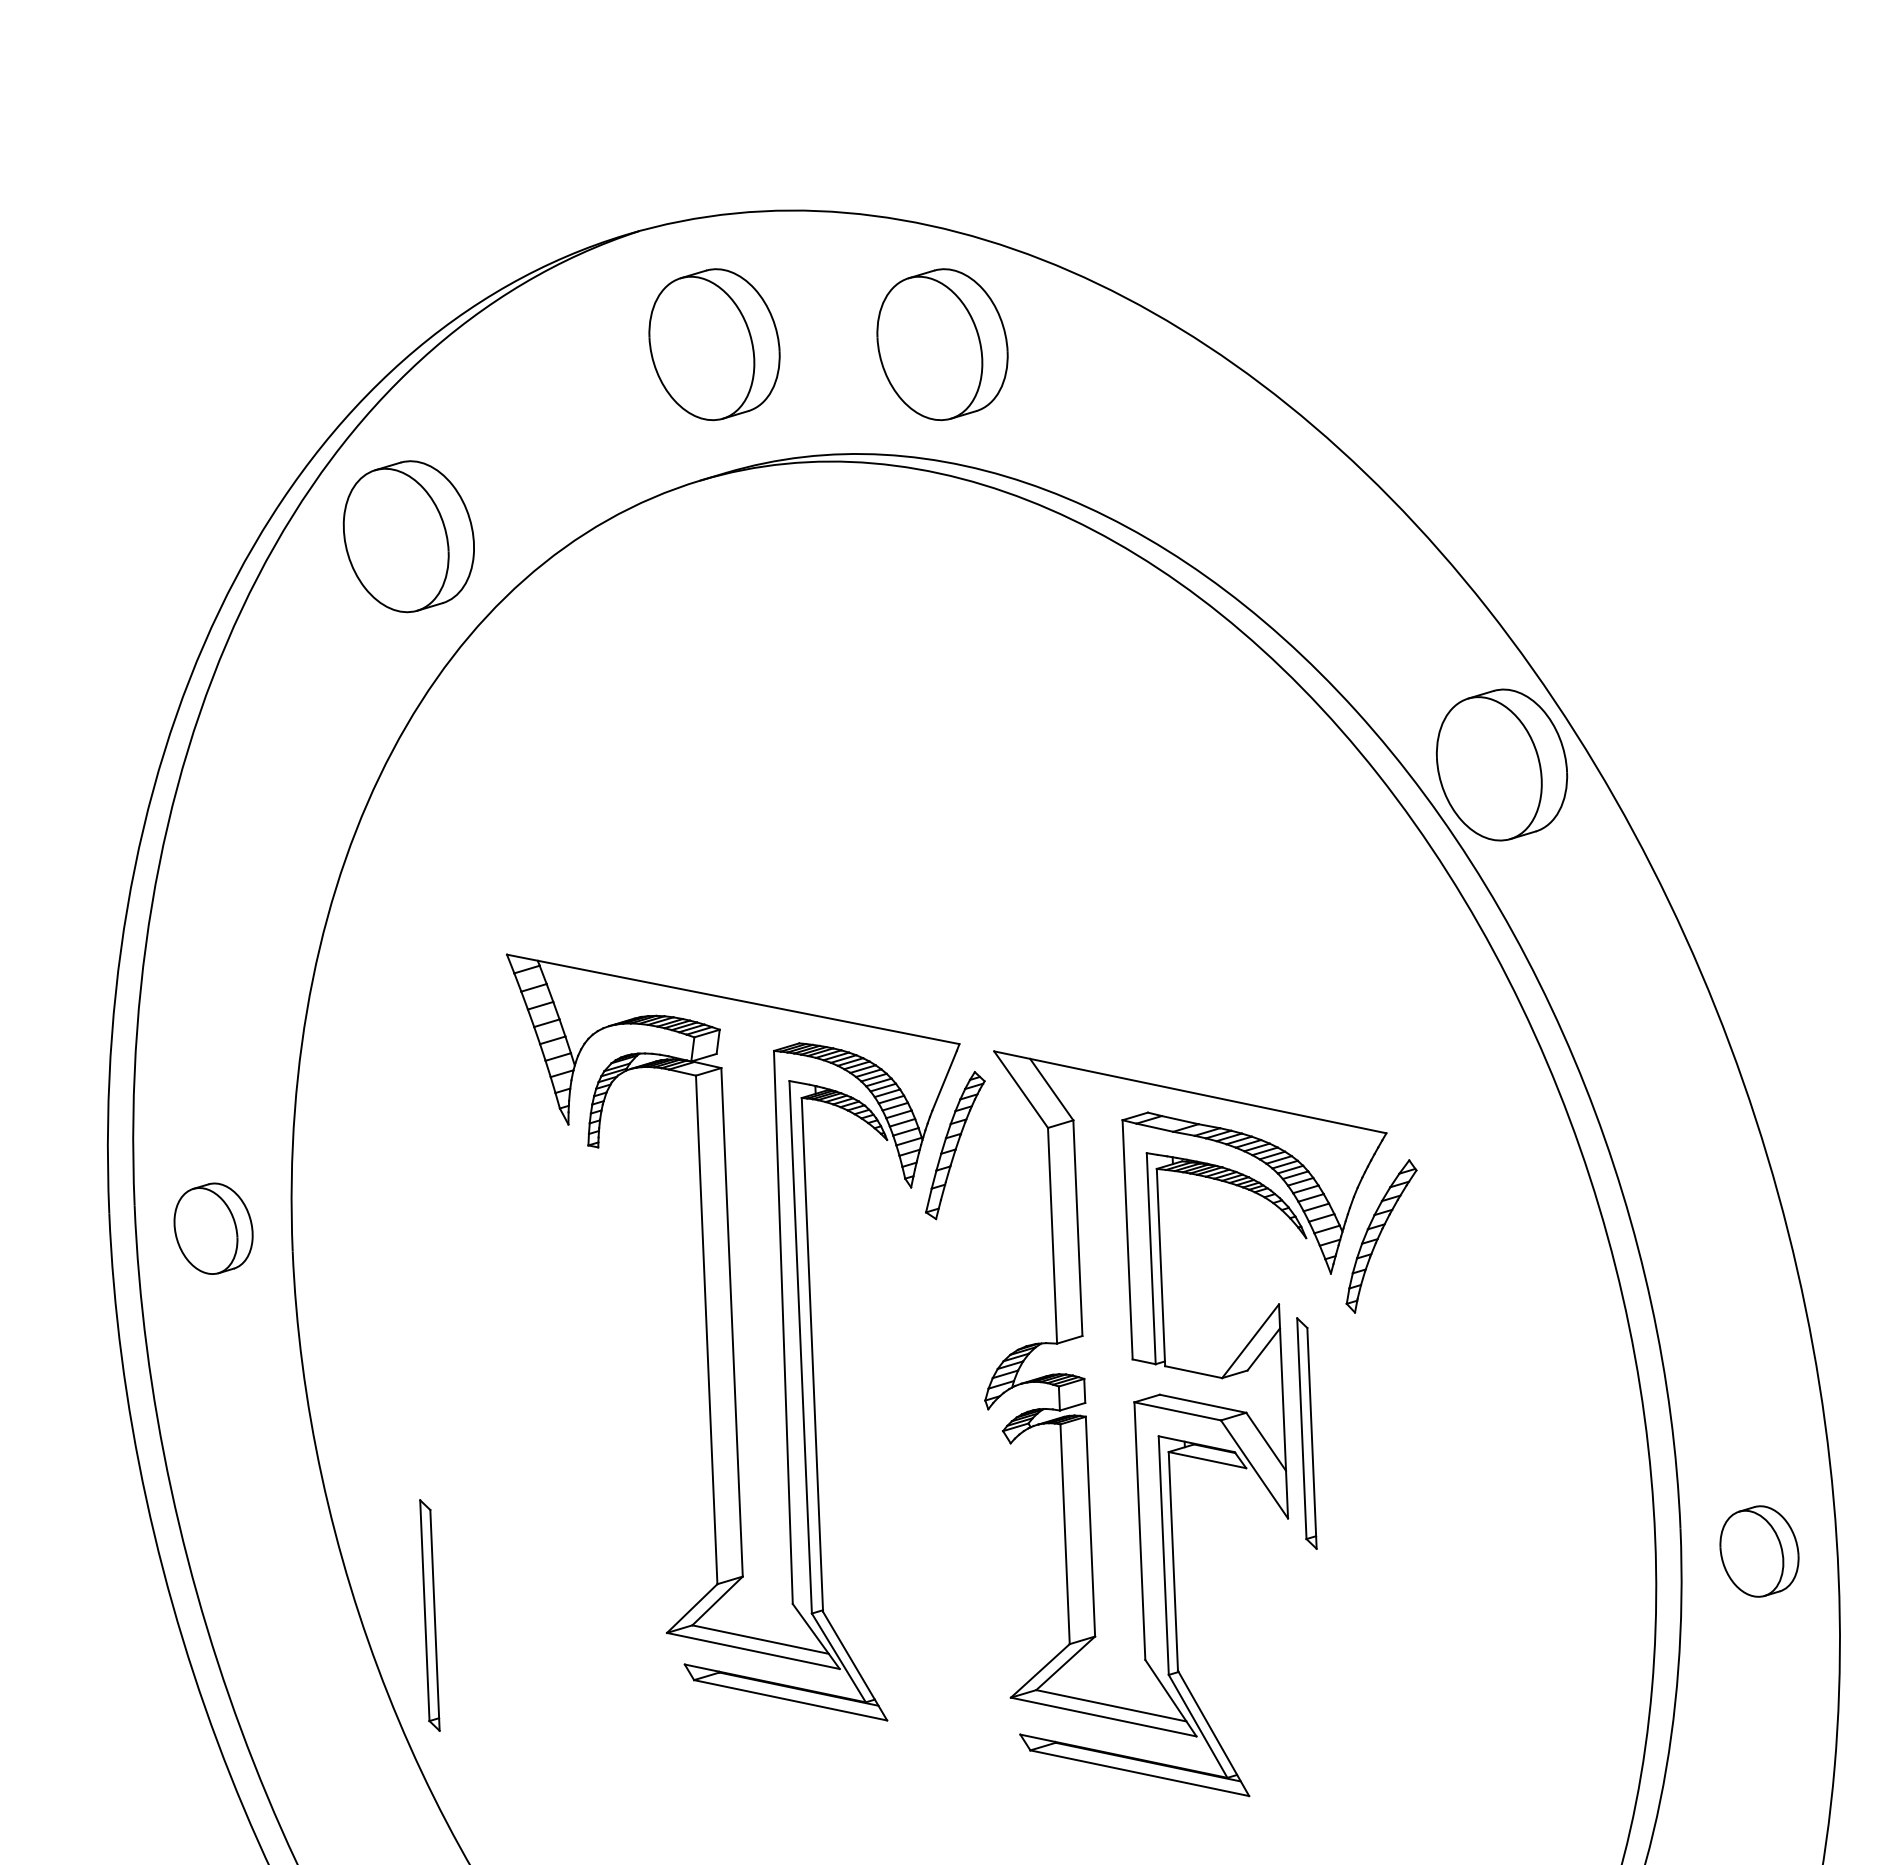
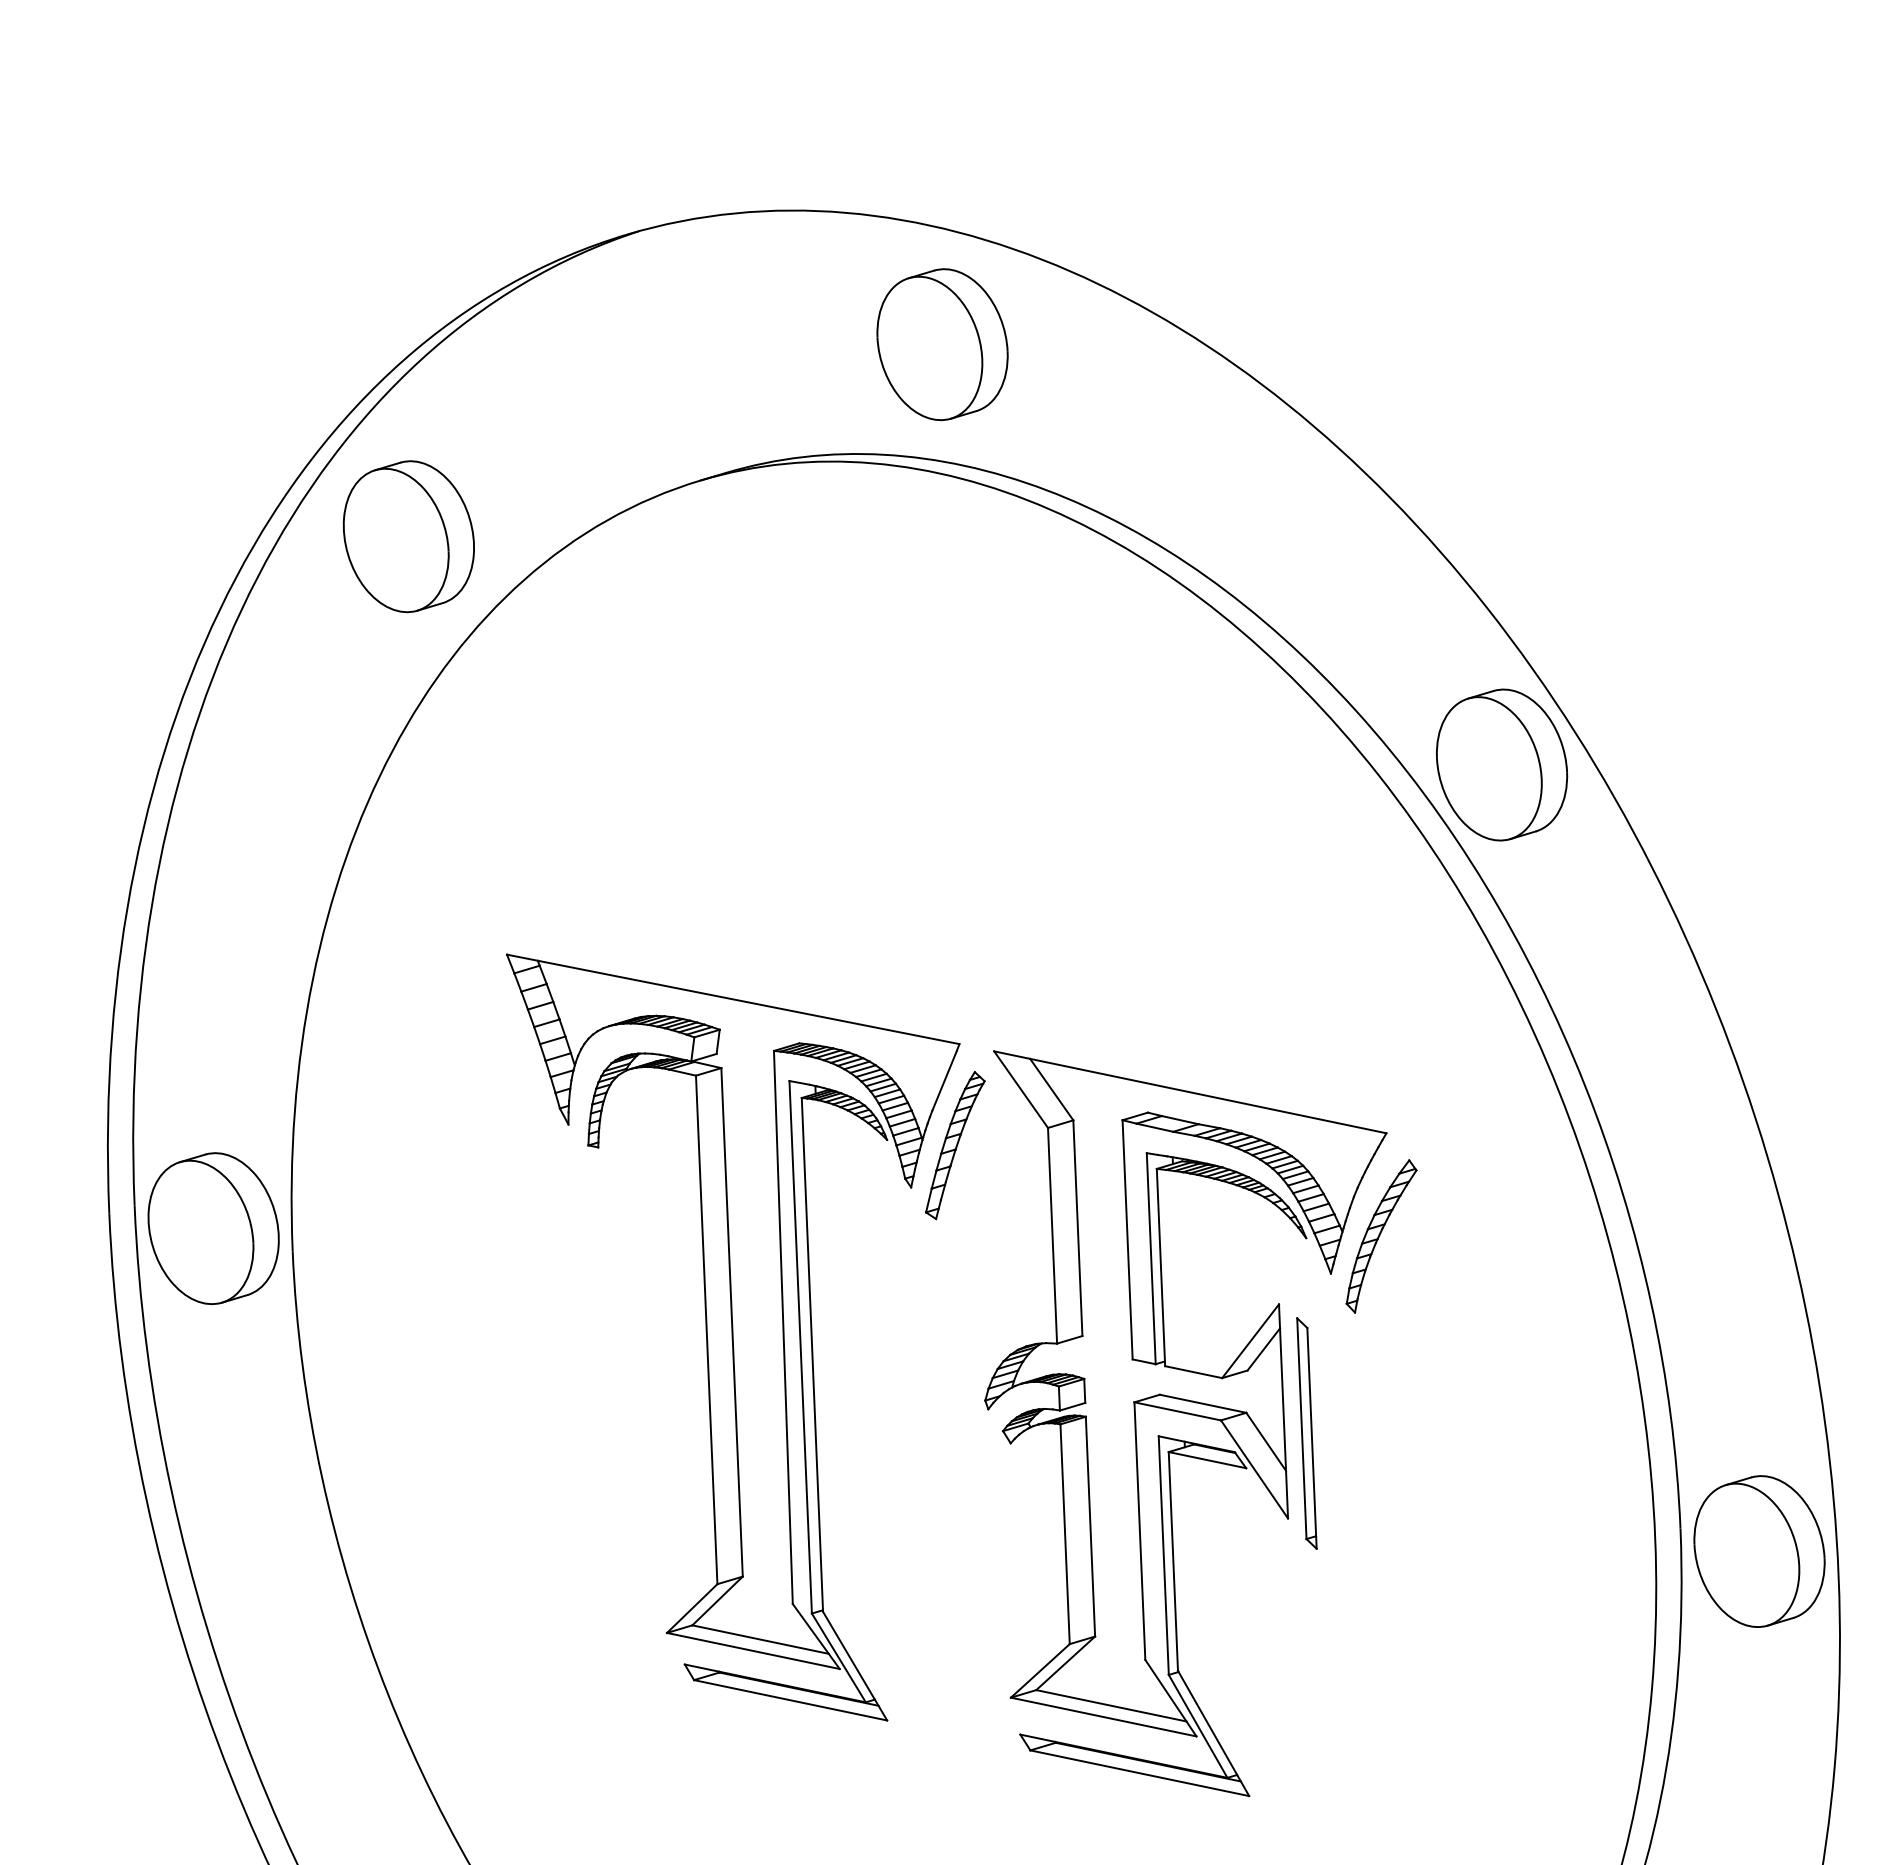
part at (714, 344): present -> none
part at (213, 1228) size: 81x93 px -> 133x154 px
part at (1759, 1551) size: 81x93 px -> 133x153 px
part at (429, 1615): present -> none
